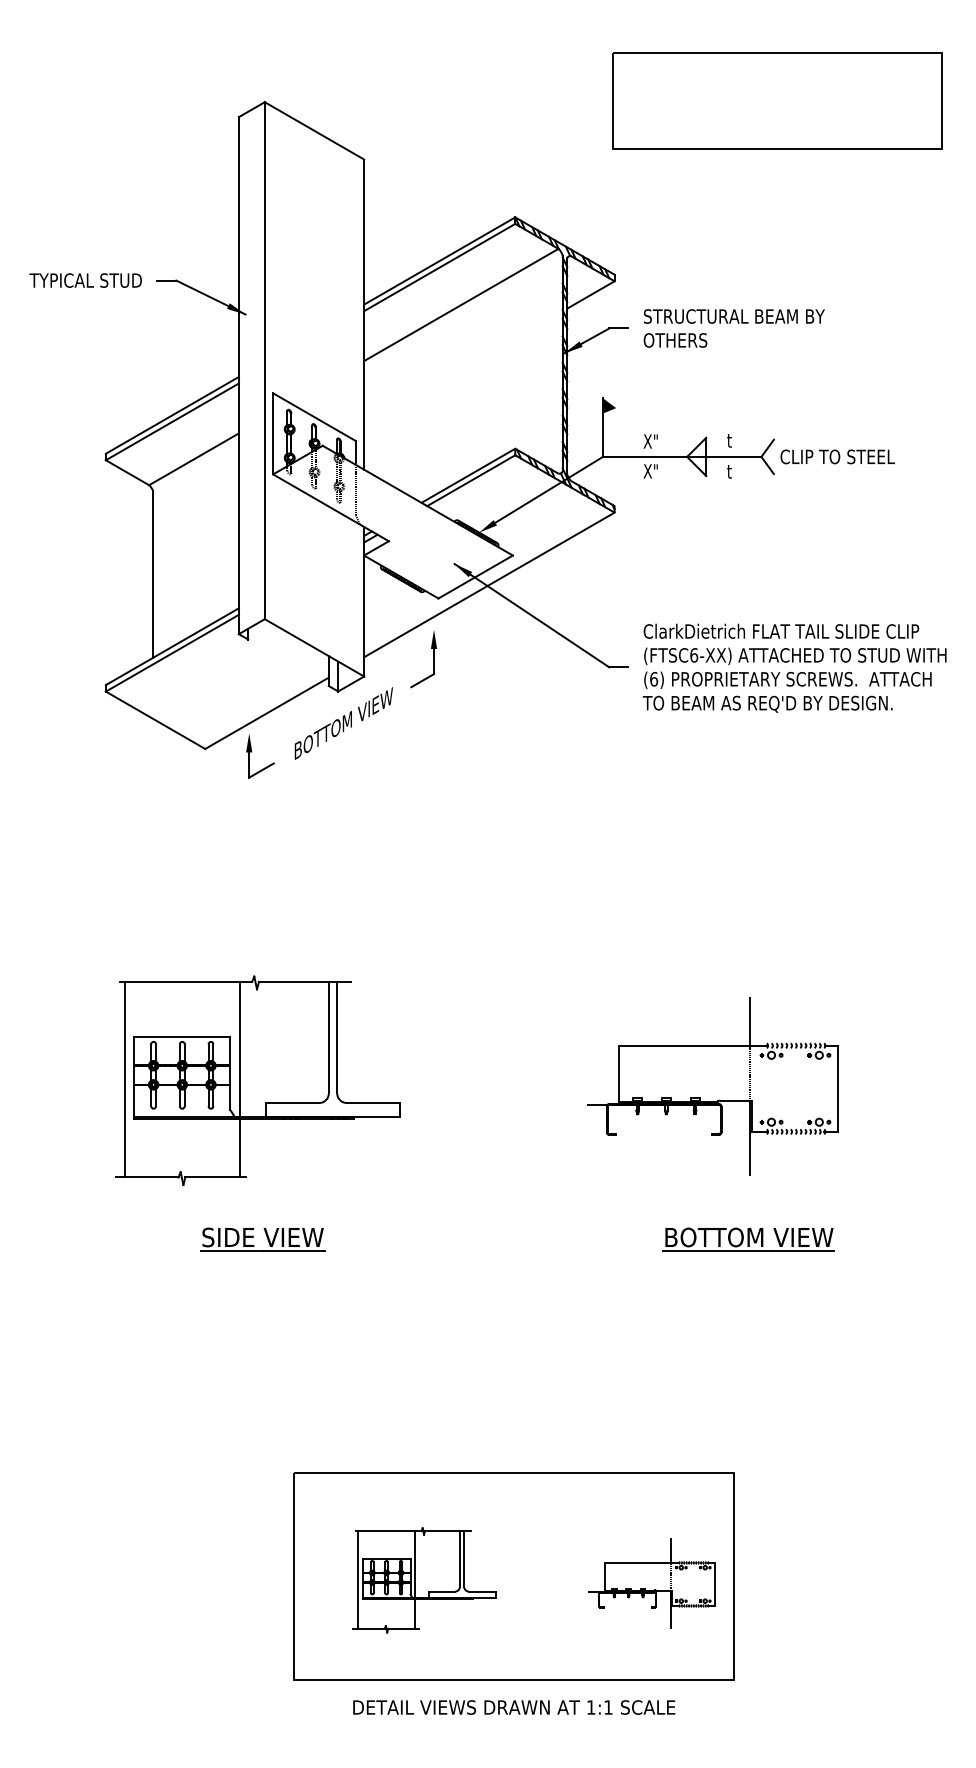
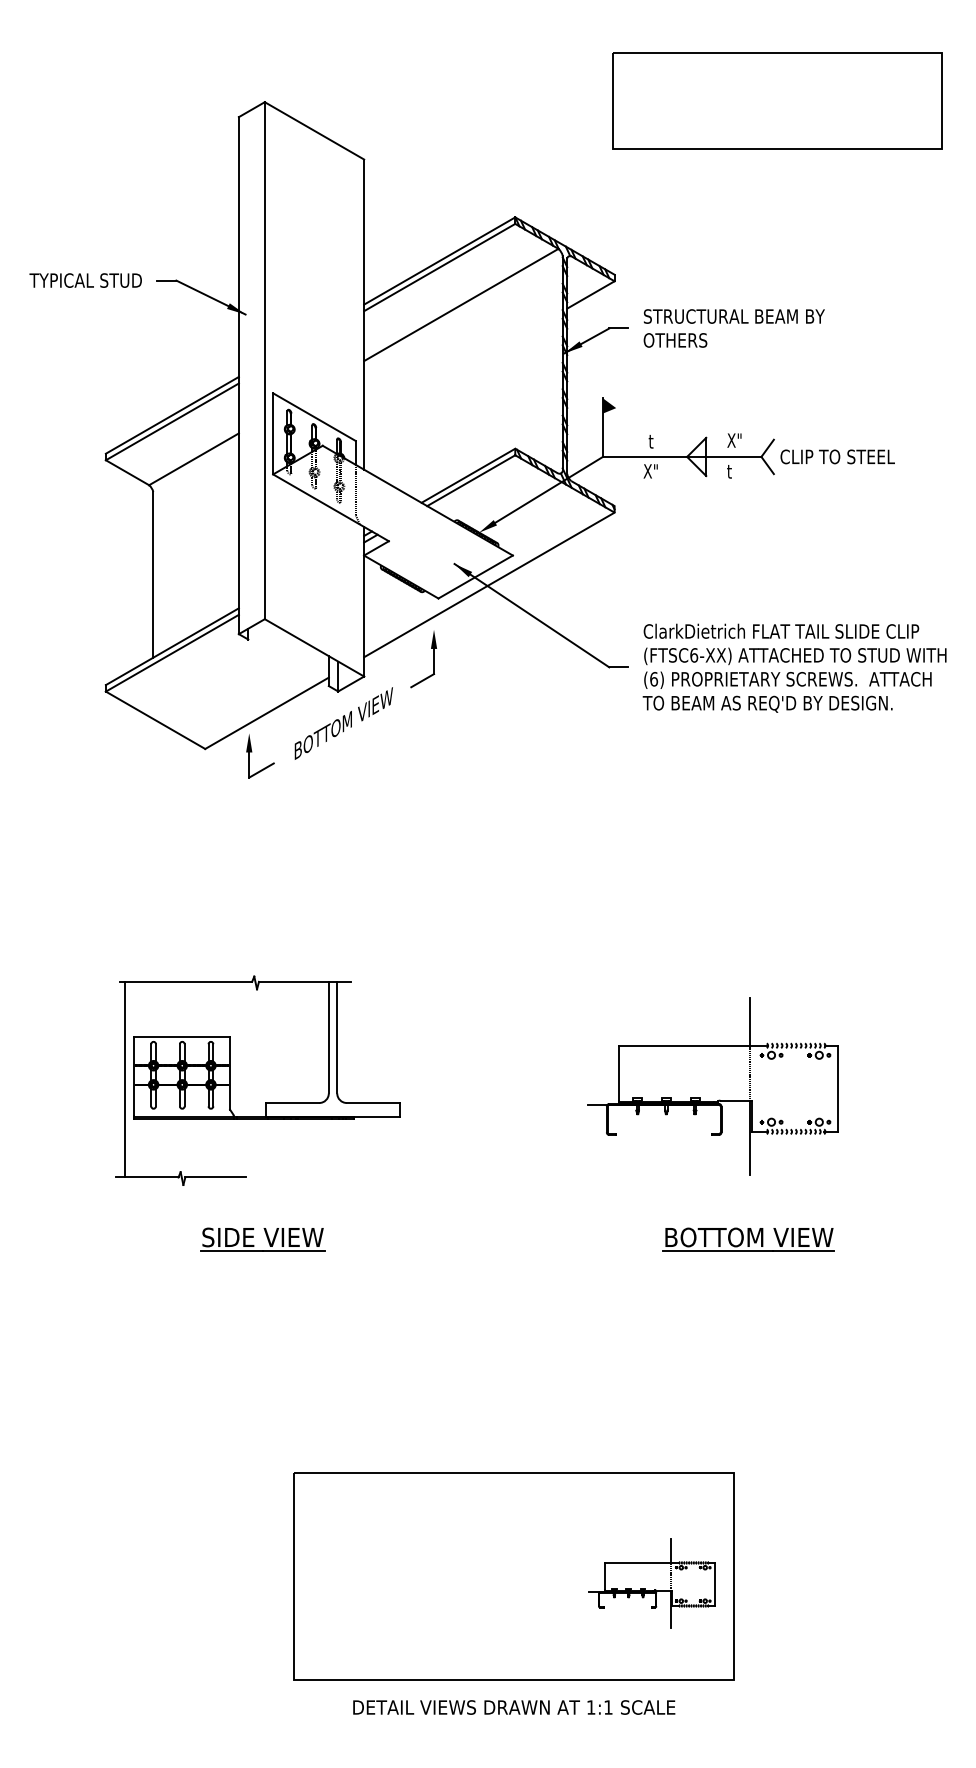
text at (734, 440): t -> X"
text at (650, 441): X" -> t
line at (239, 1079): present -> none
part at (424, 1580): present -> none
